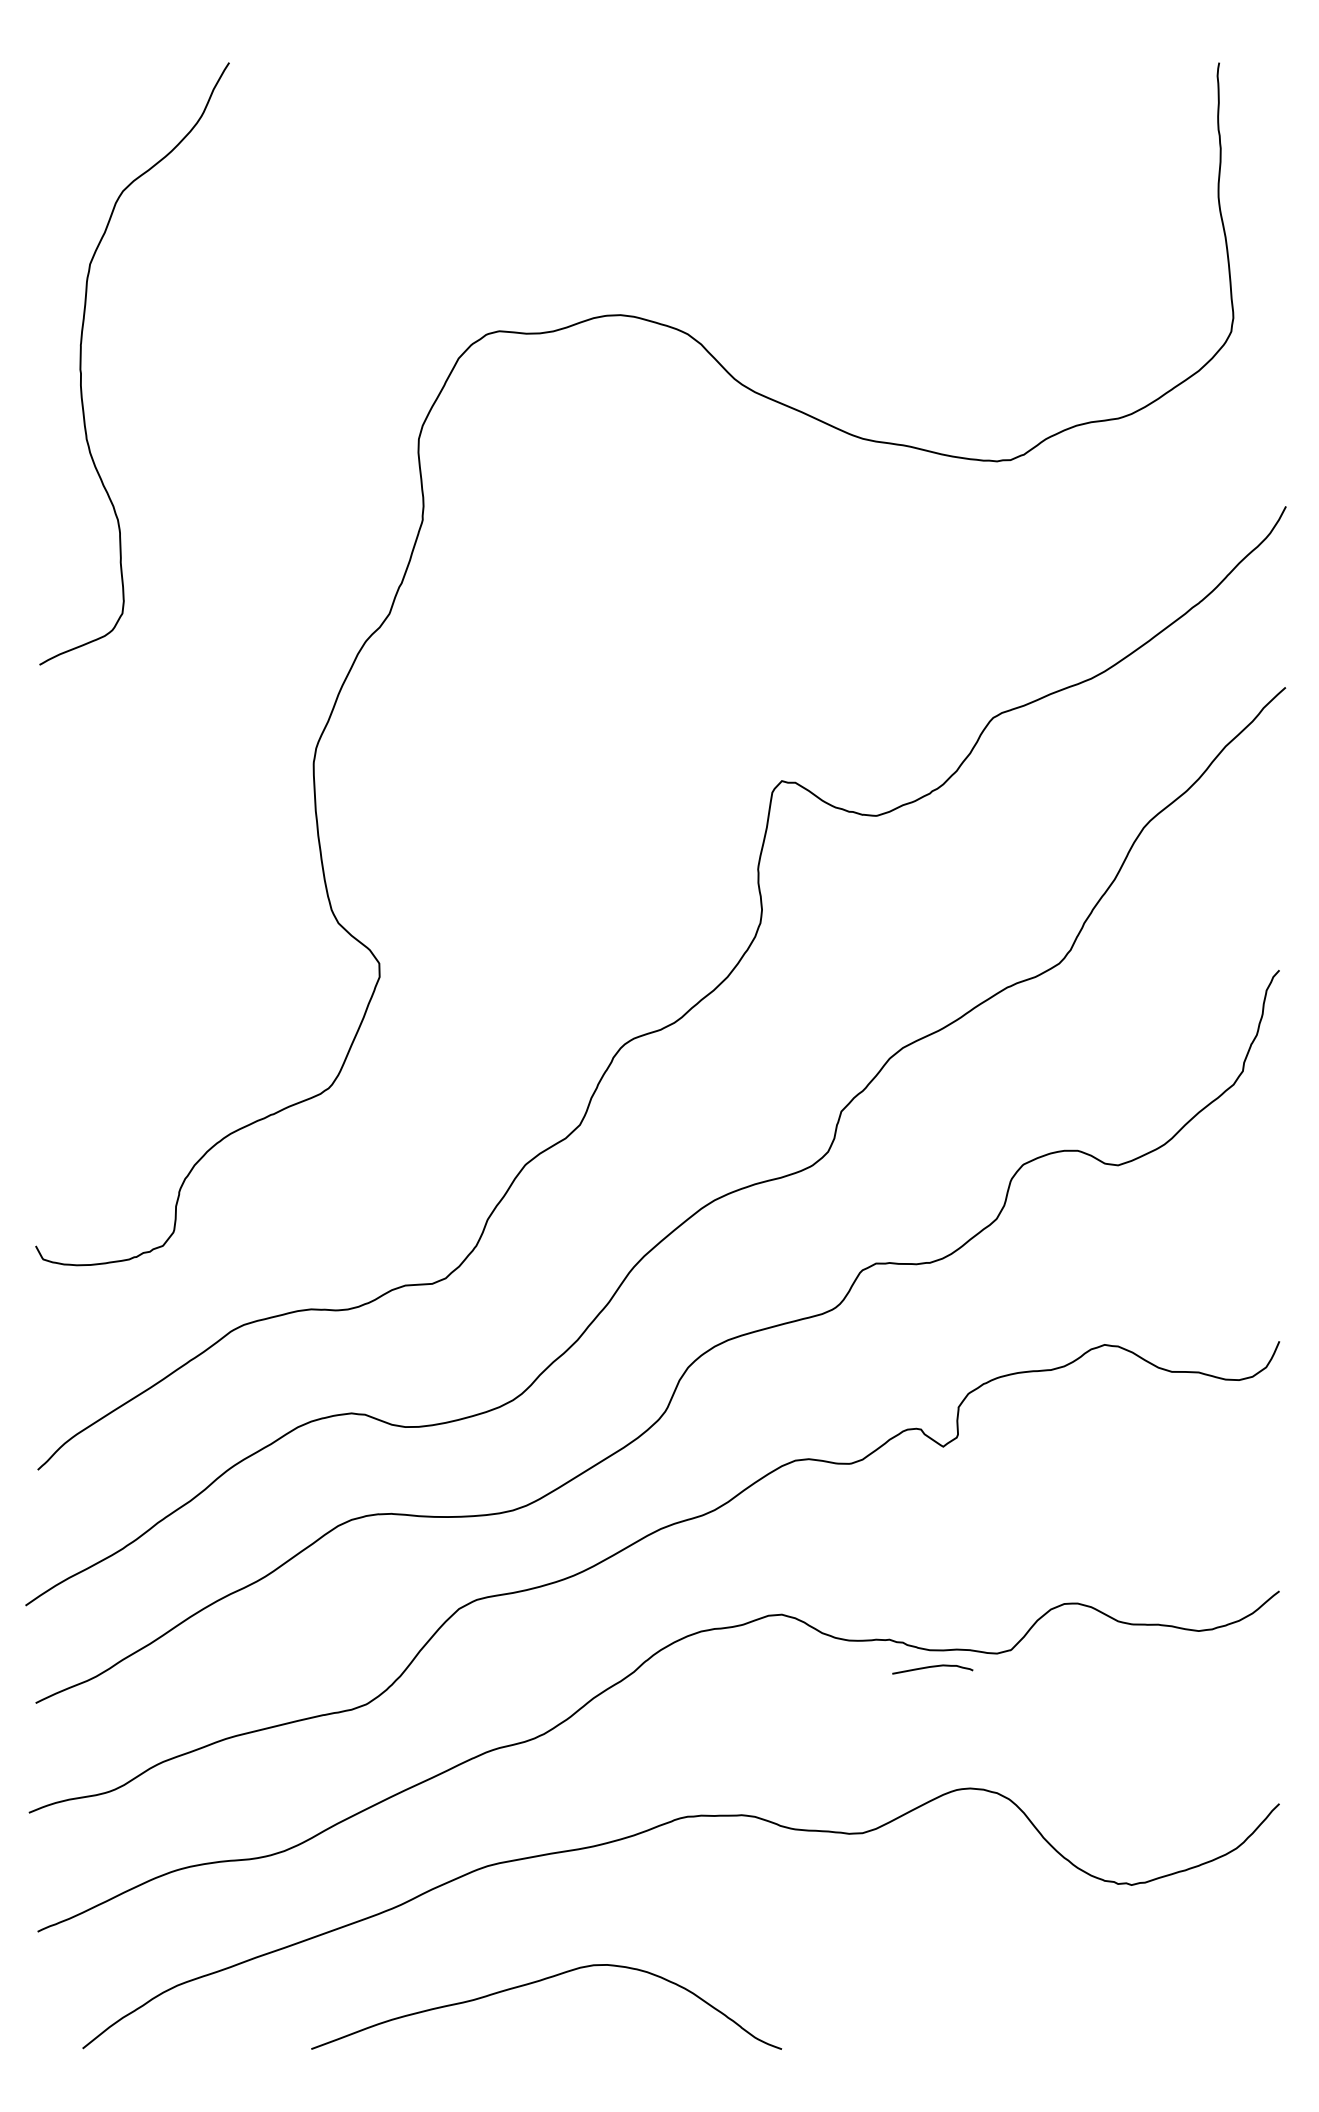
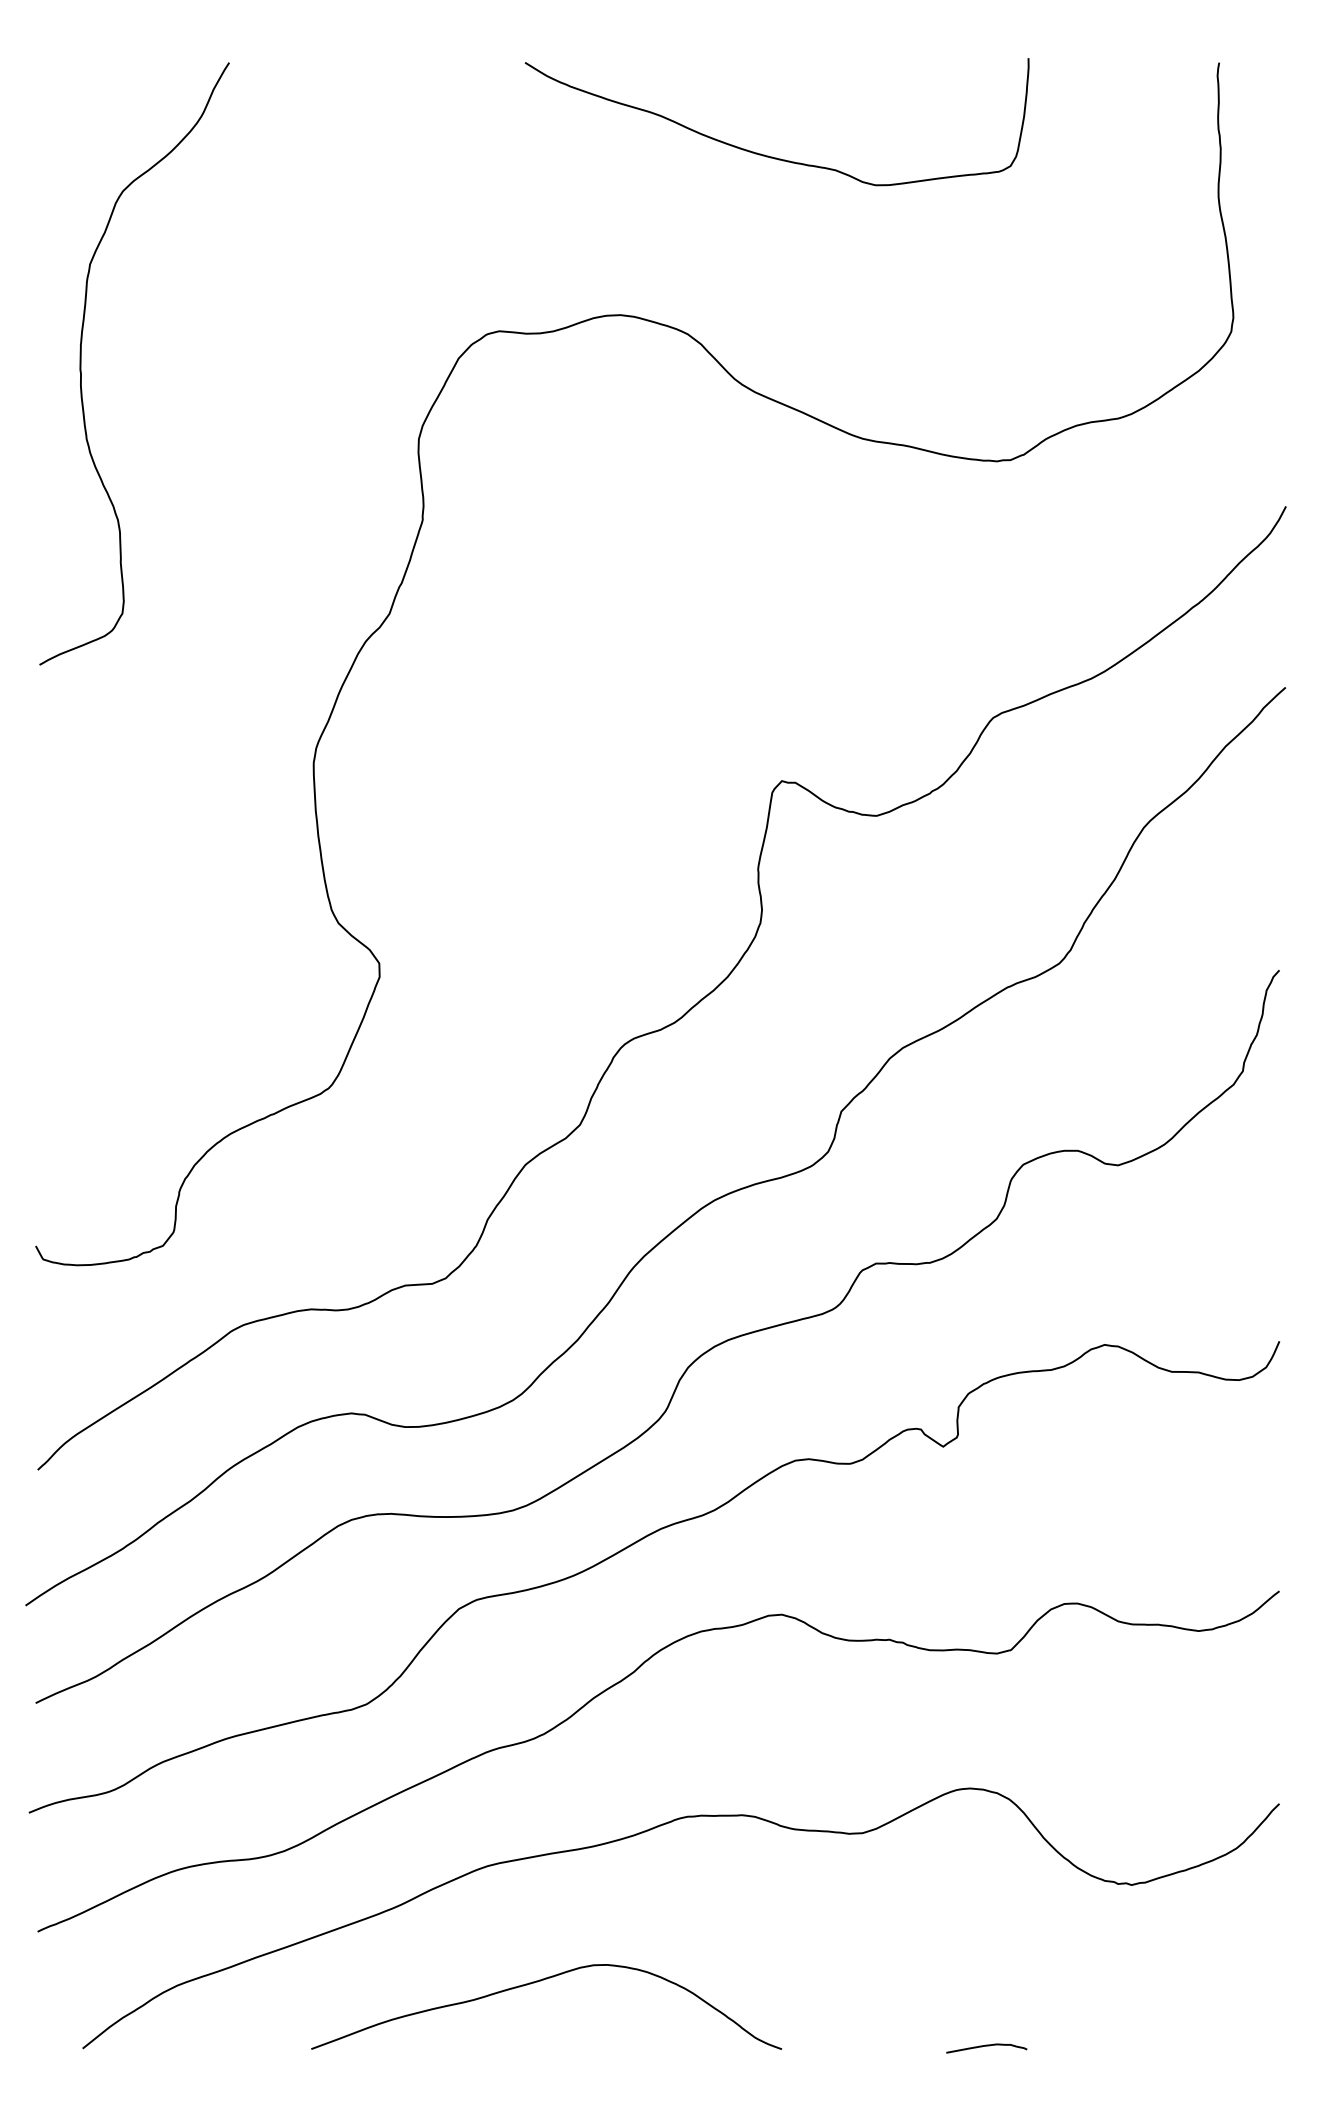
curve at (768, 155): none -> present
curve at (932, 1667) position: (932, 1667) -> (986, 2046)
